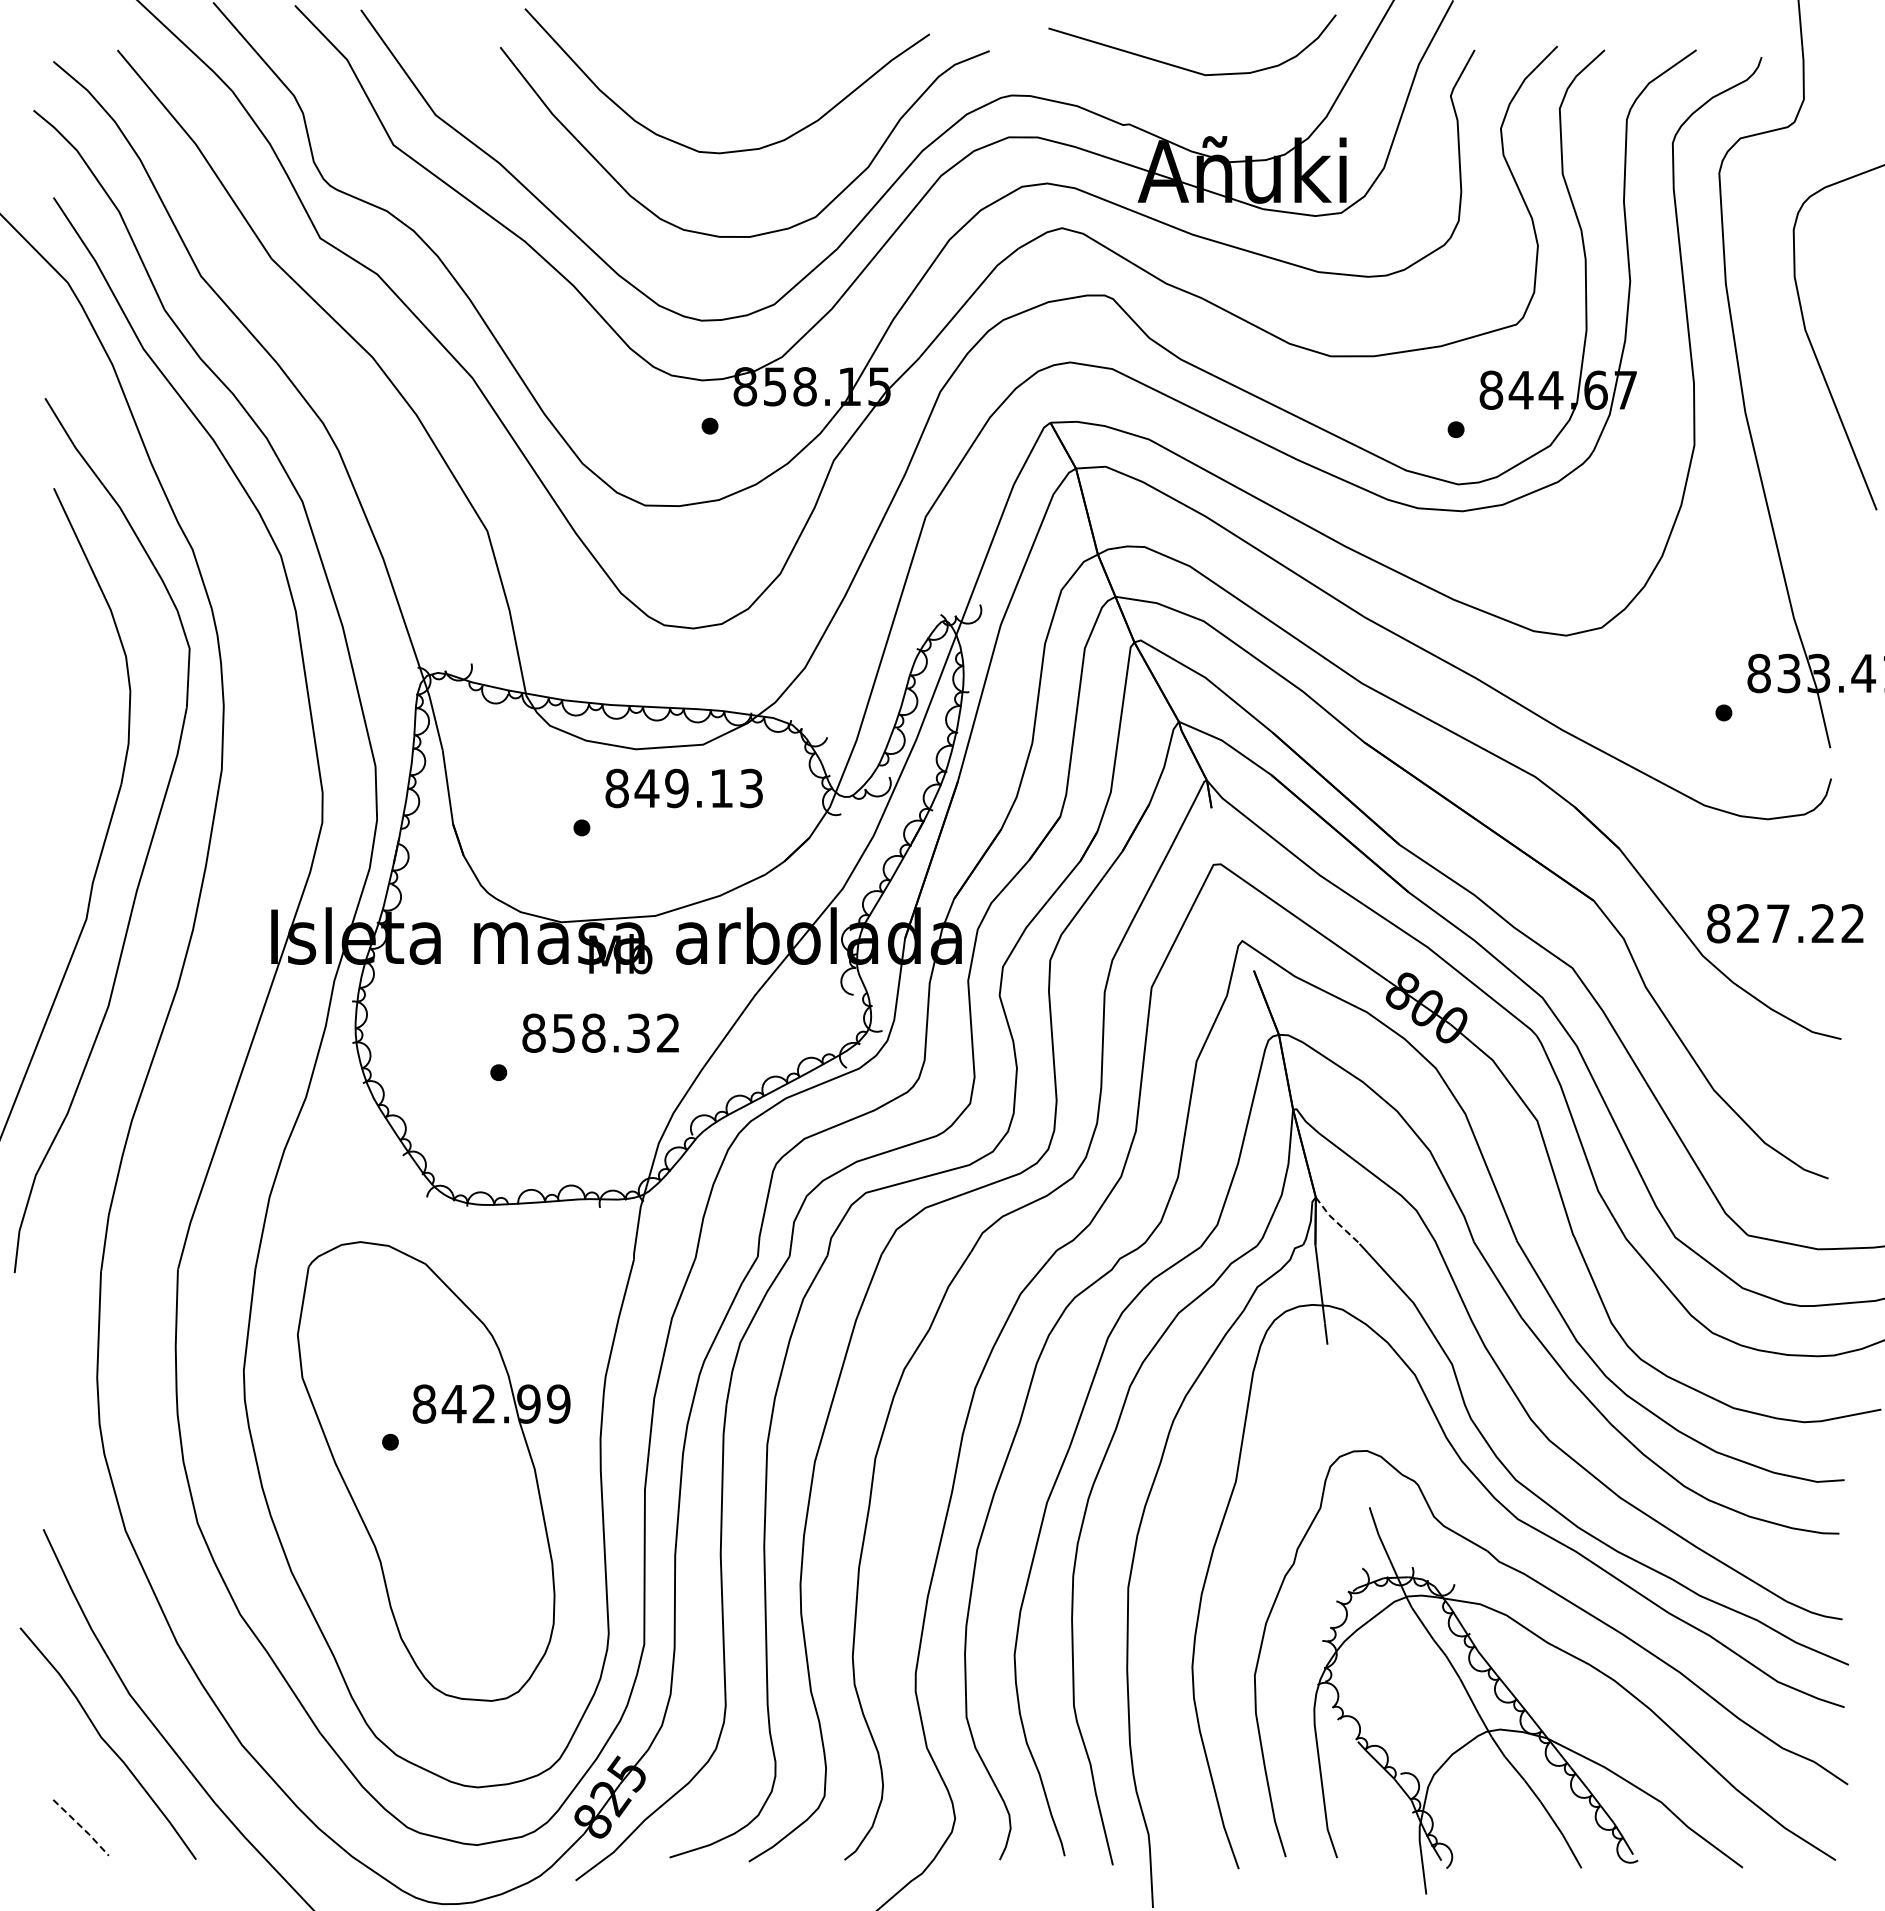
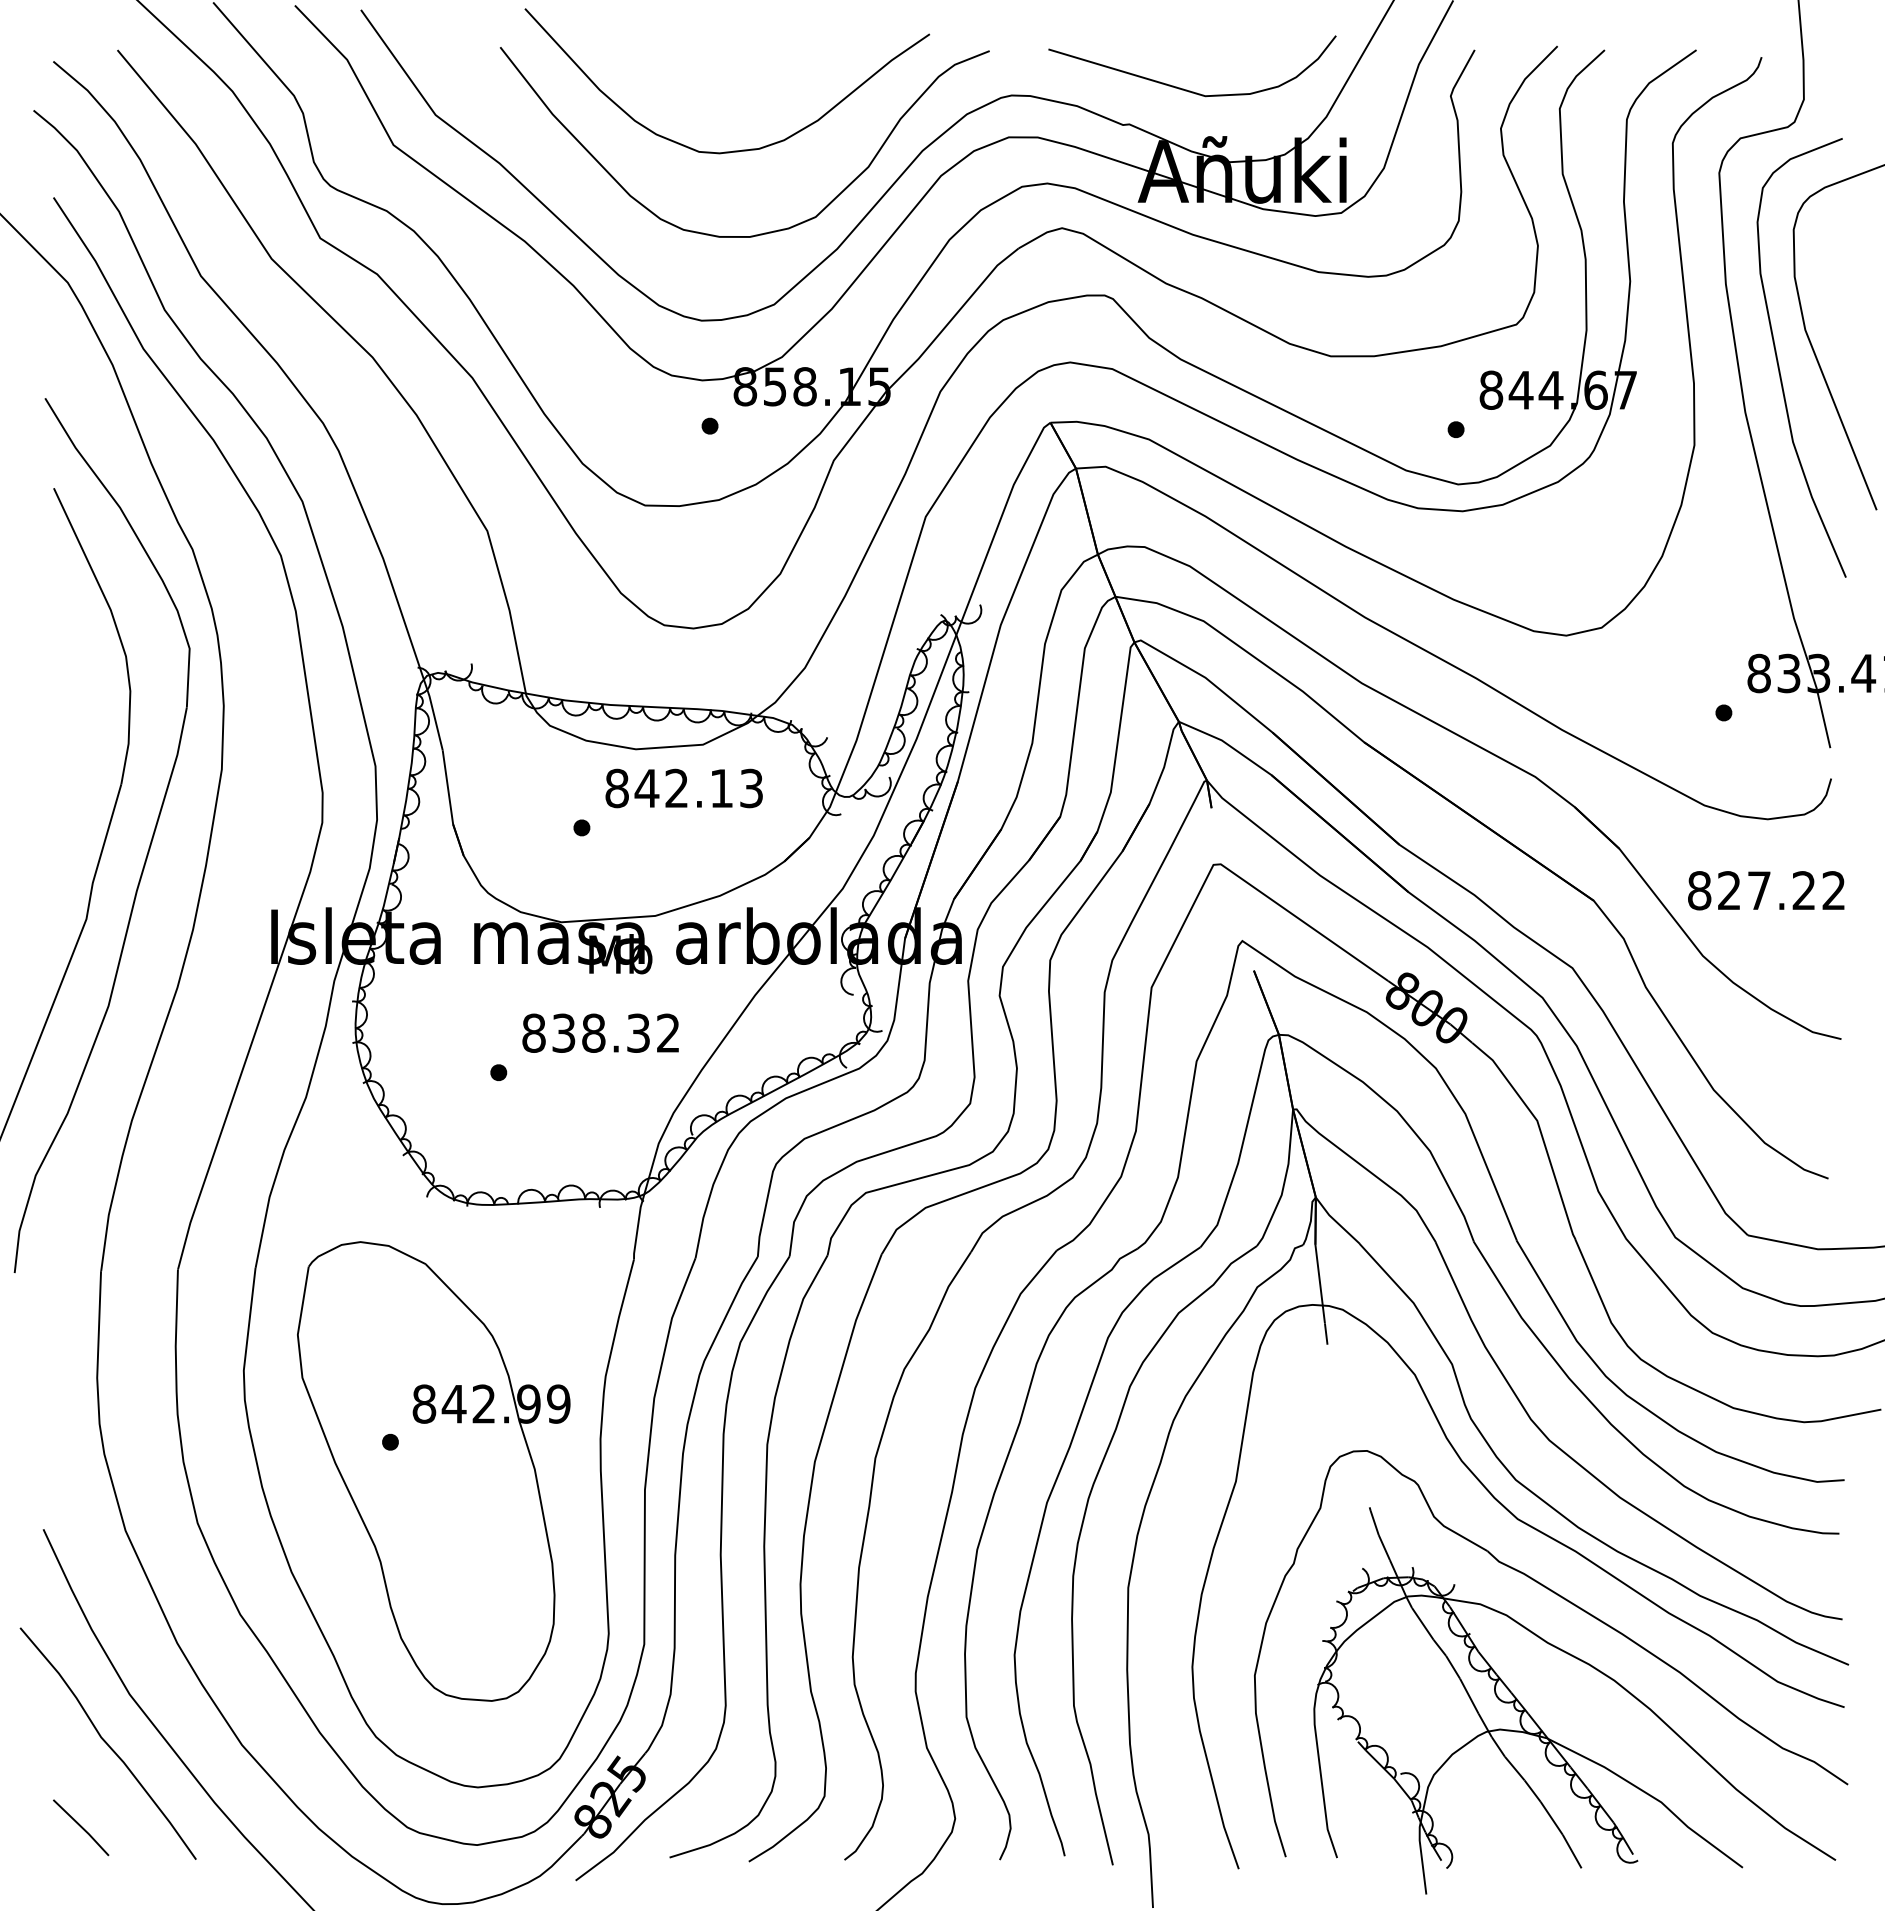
curve at (1183, 67) position: (1183, 67) -> (1183, 88)
curve at (1778, 360): none -> present
text at (676, 788): 849.13 -> 842.13
text at (1785, 923) position: (1785, 923) -> (1766, 890)
text at (564, 1032): 858.32 -> 838.32
line at (1335, 1221): dashed -> solid
line at (82, 1828): dashed -> solid
